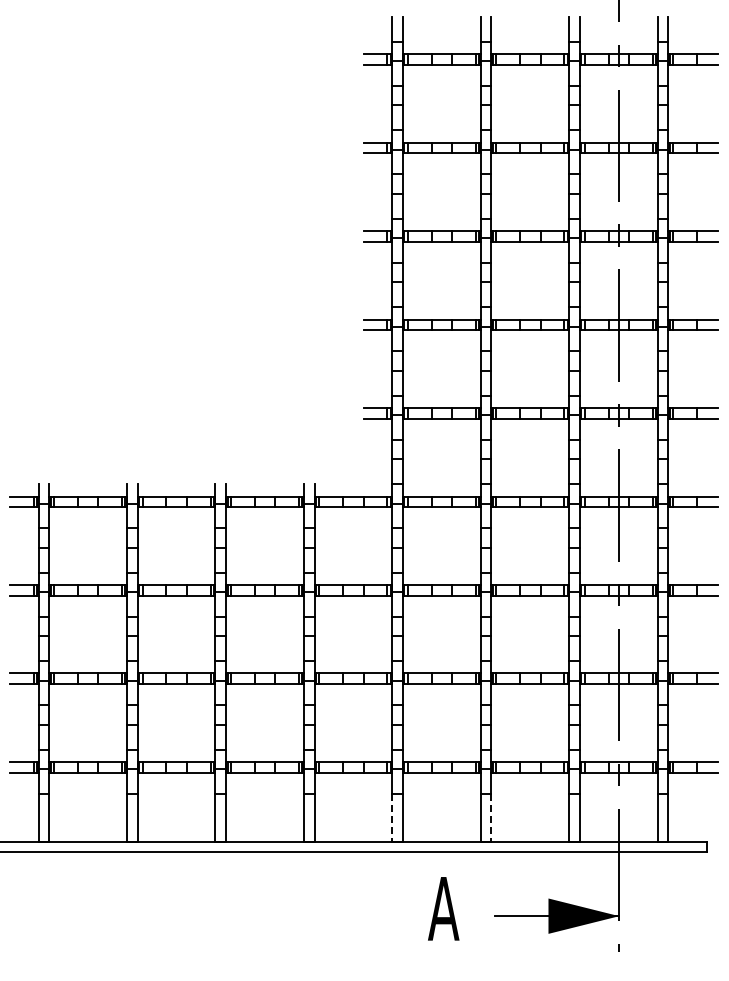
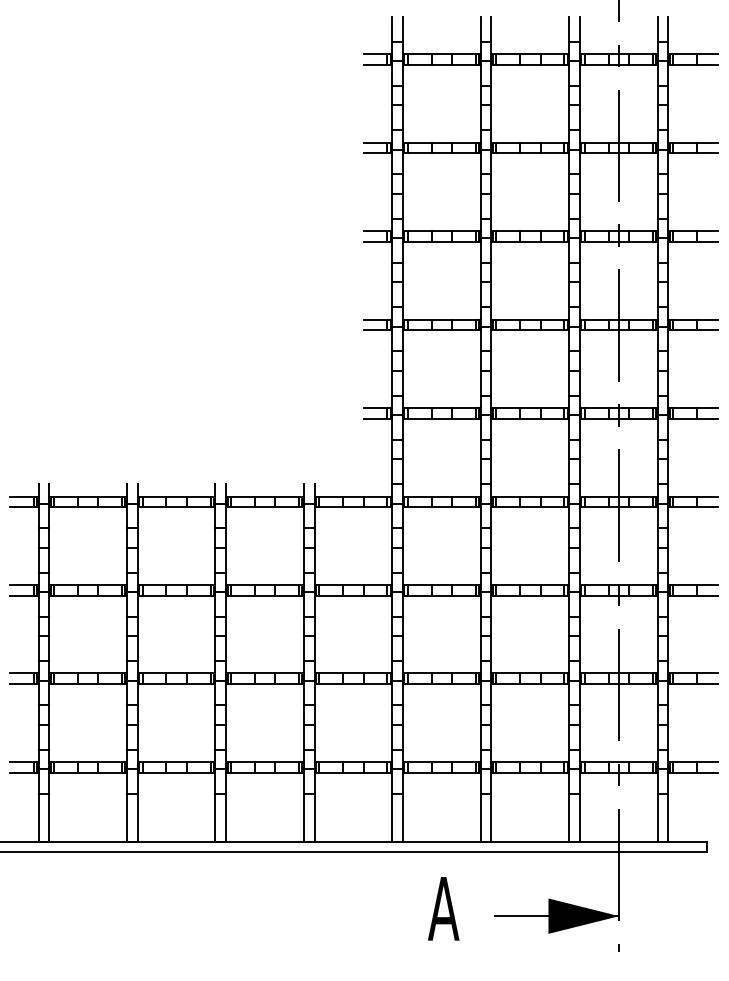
line at (392, 817): dashed -> solid
line at (491, 817): dashed -> solid
